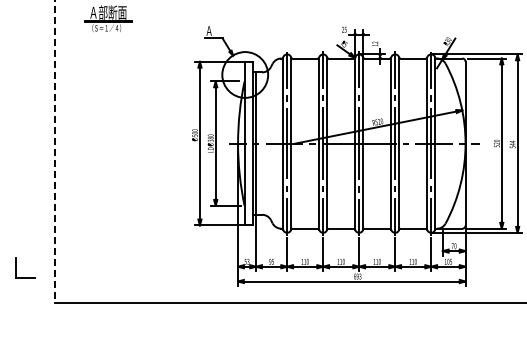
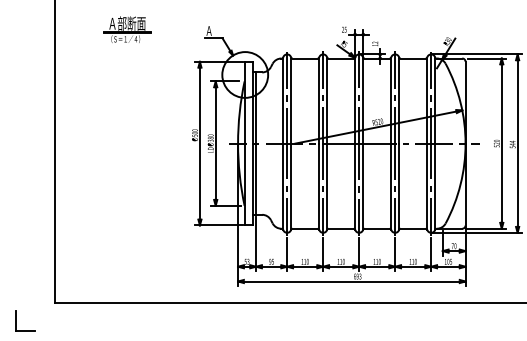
part at (108, 18) position: (108, 18) -> (127, 29)
line at (55, 152): dashed -> solid
part at (16, 267) position: (16, 267) -> (16, 320)
